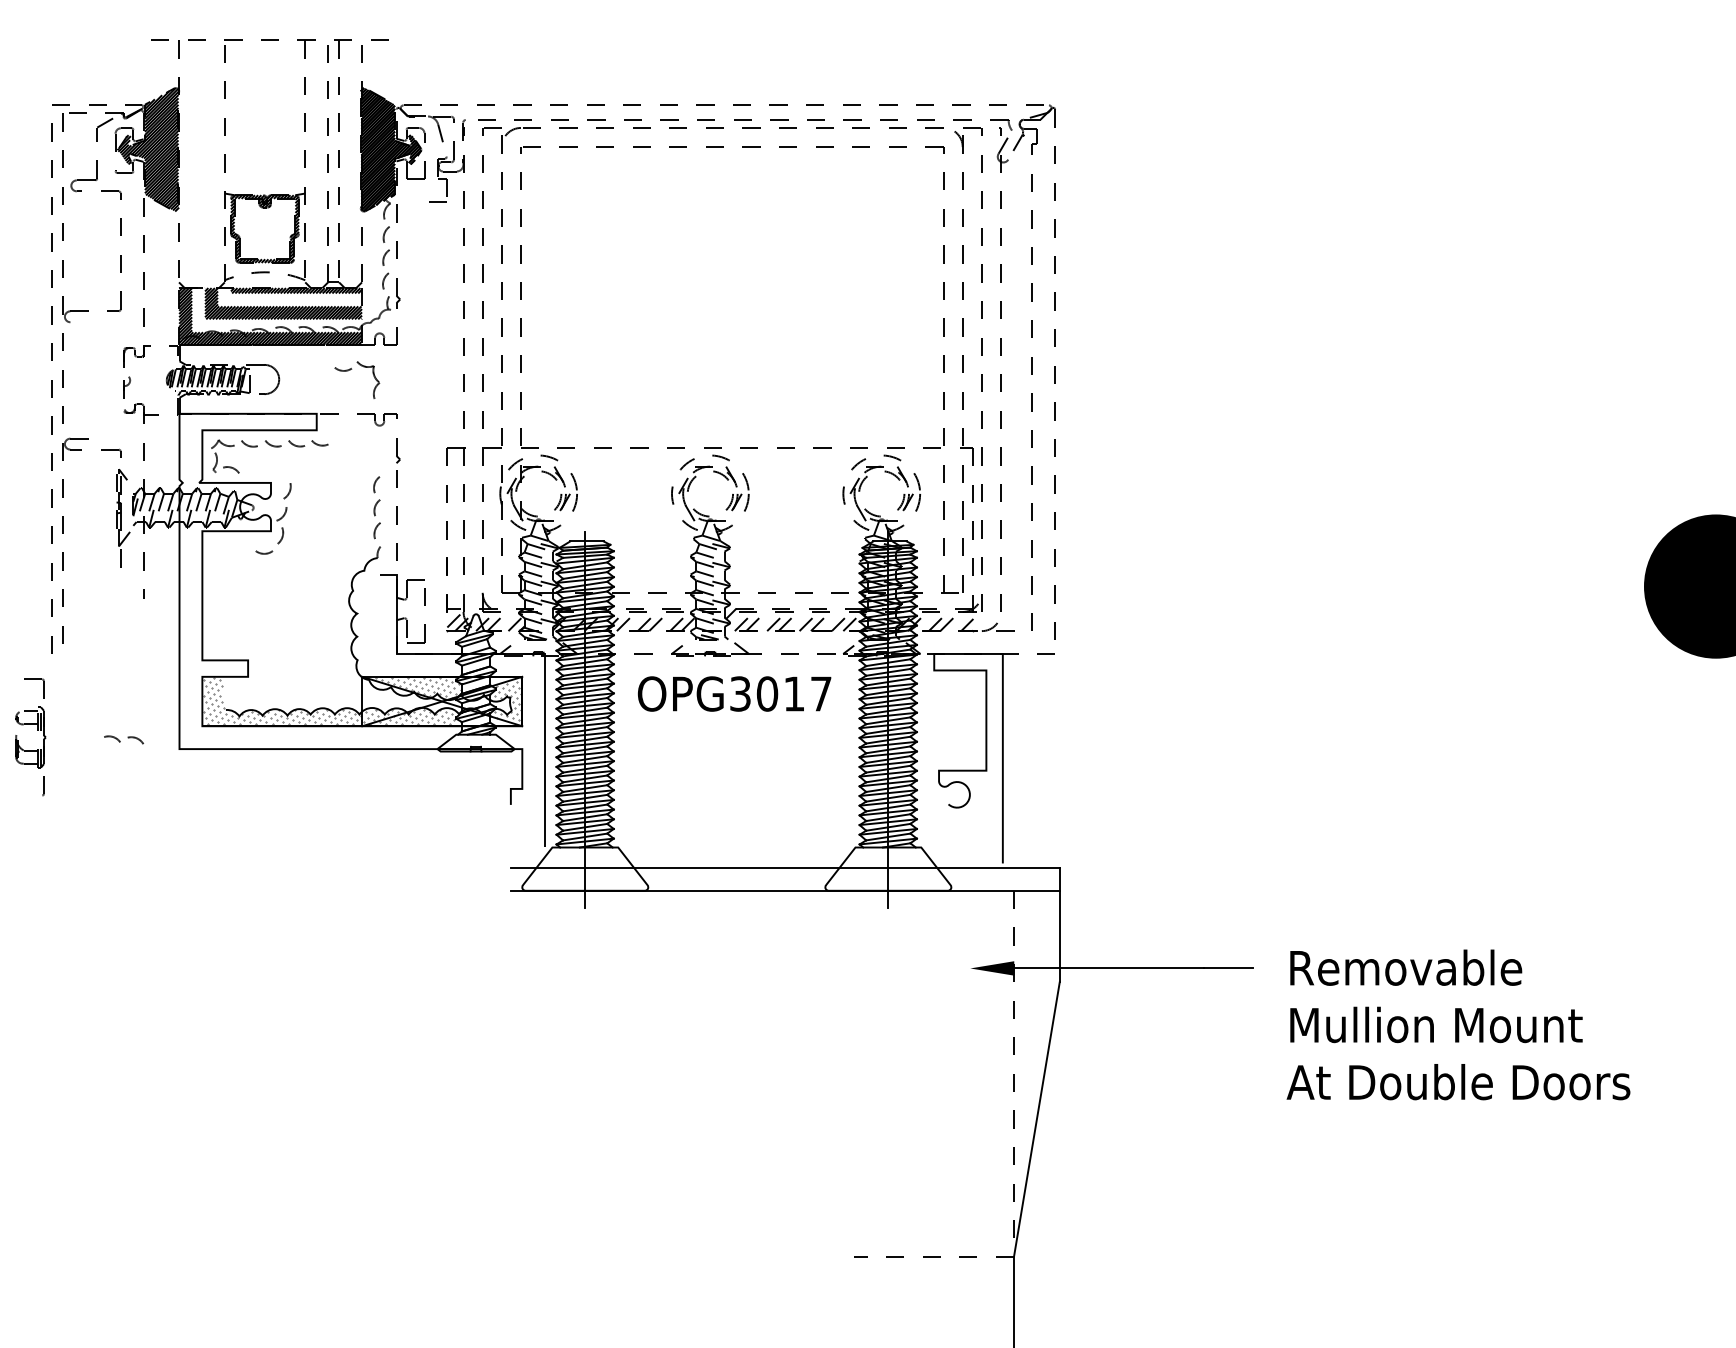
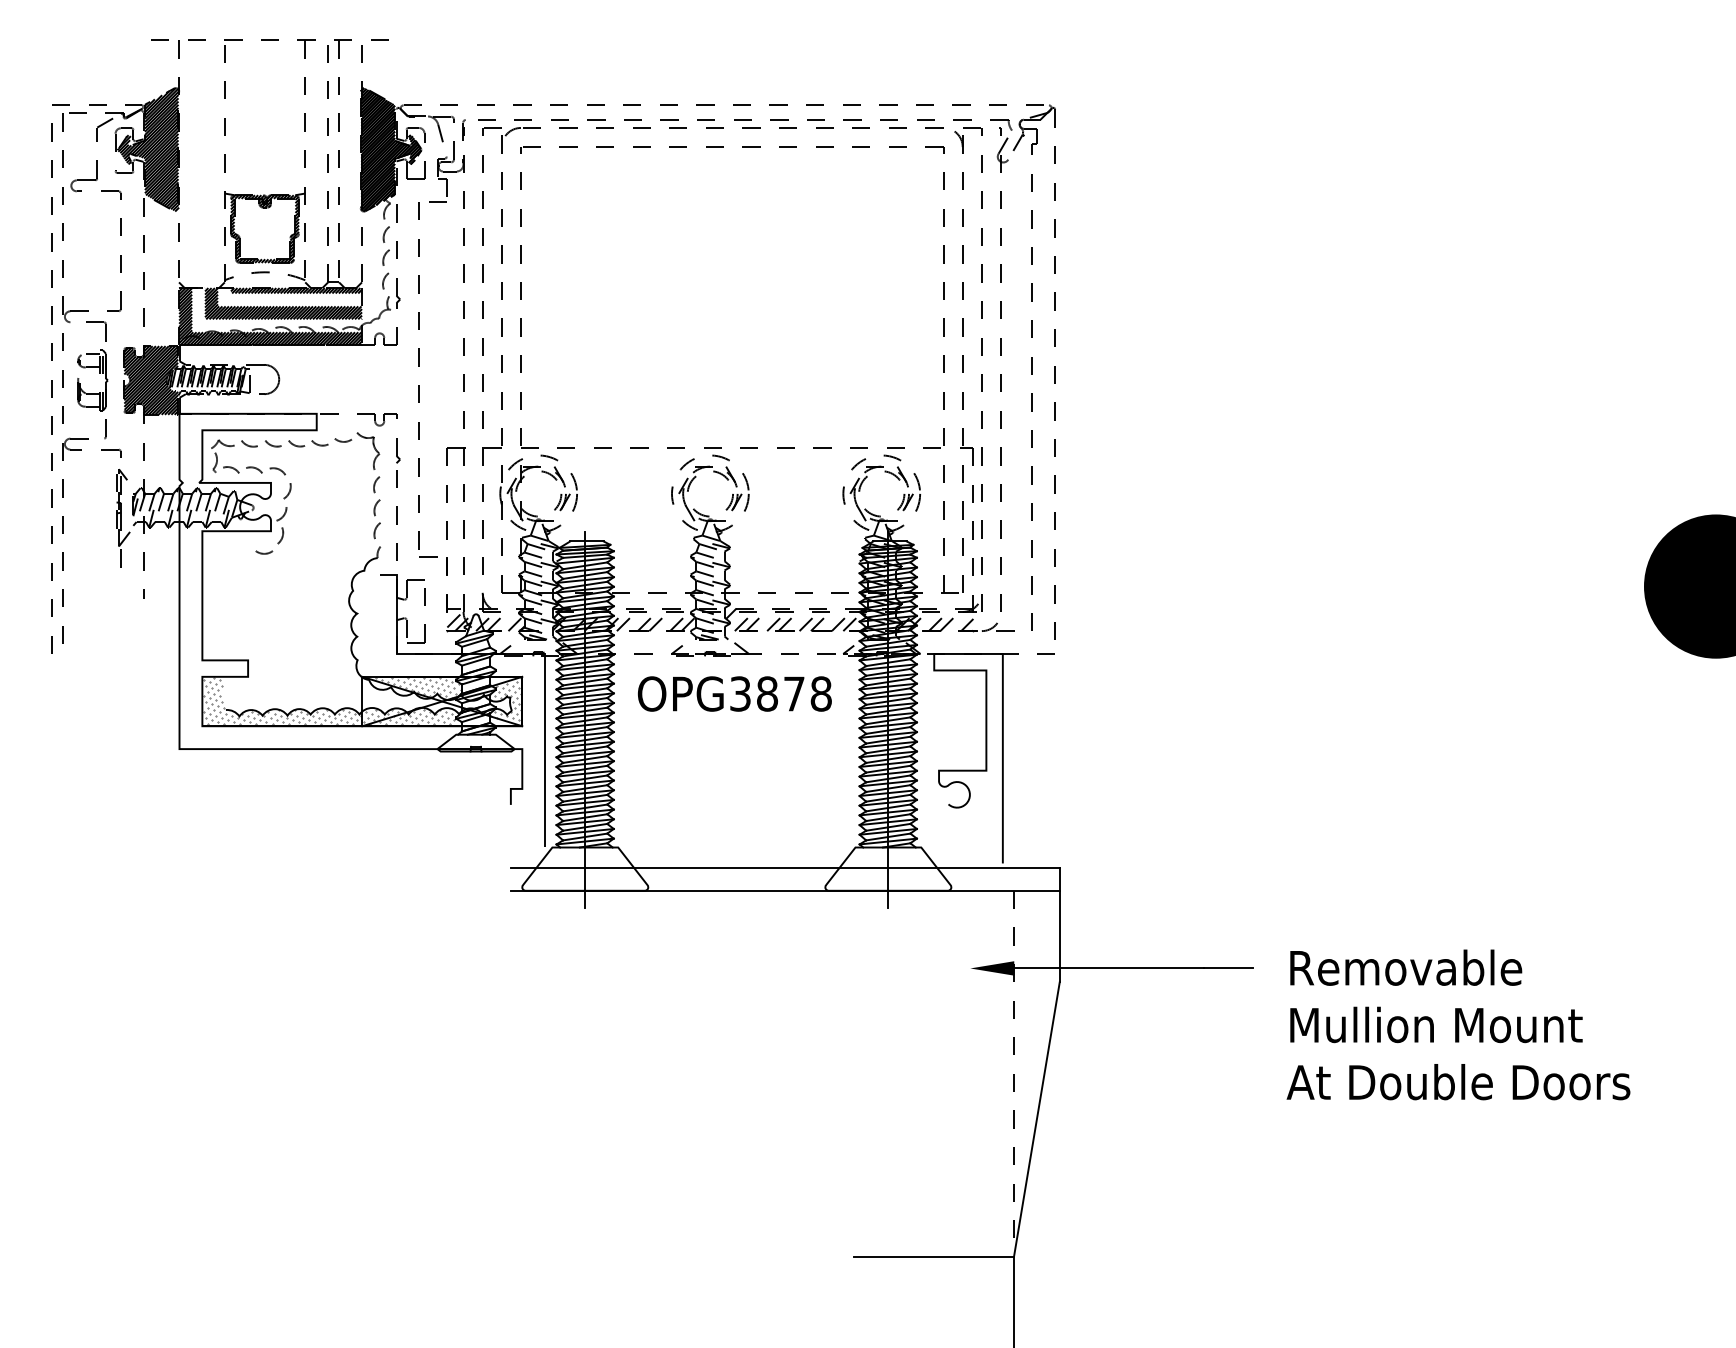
part at (352, 369) position: (352, 369) -> (352, 440)
hatch at (151, 380): none -> present
part at (419, 385): none -> present
text at (793, 693): OPG3017 -> OPG3878
part at (37, 730) position: (37, 730) -> (99, 373)
part at (123, 739) position: (123, 739) -> (265, 470)
line at (933, 1256): dashed -> solid
